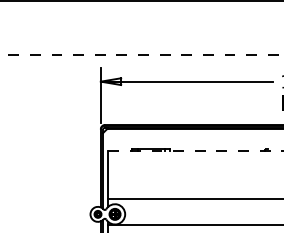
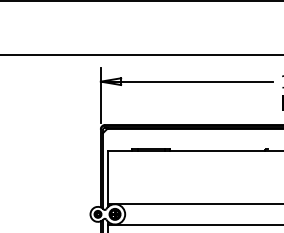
line at (142, 54): dashed -> solid
line at (196, 150): dashed -> solid
line at (194, 198) position: (194, 198) -> (194, 203)
